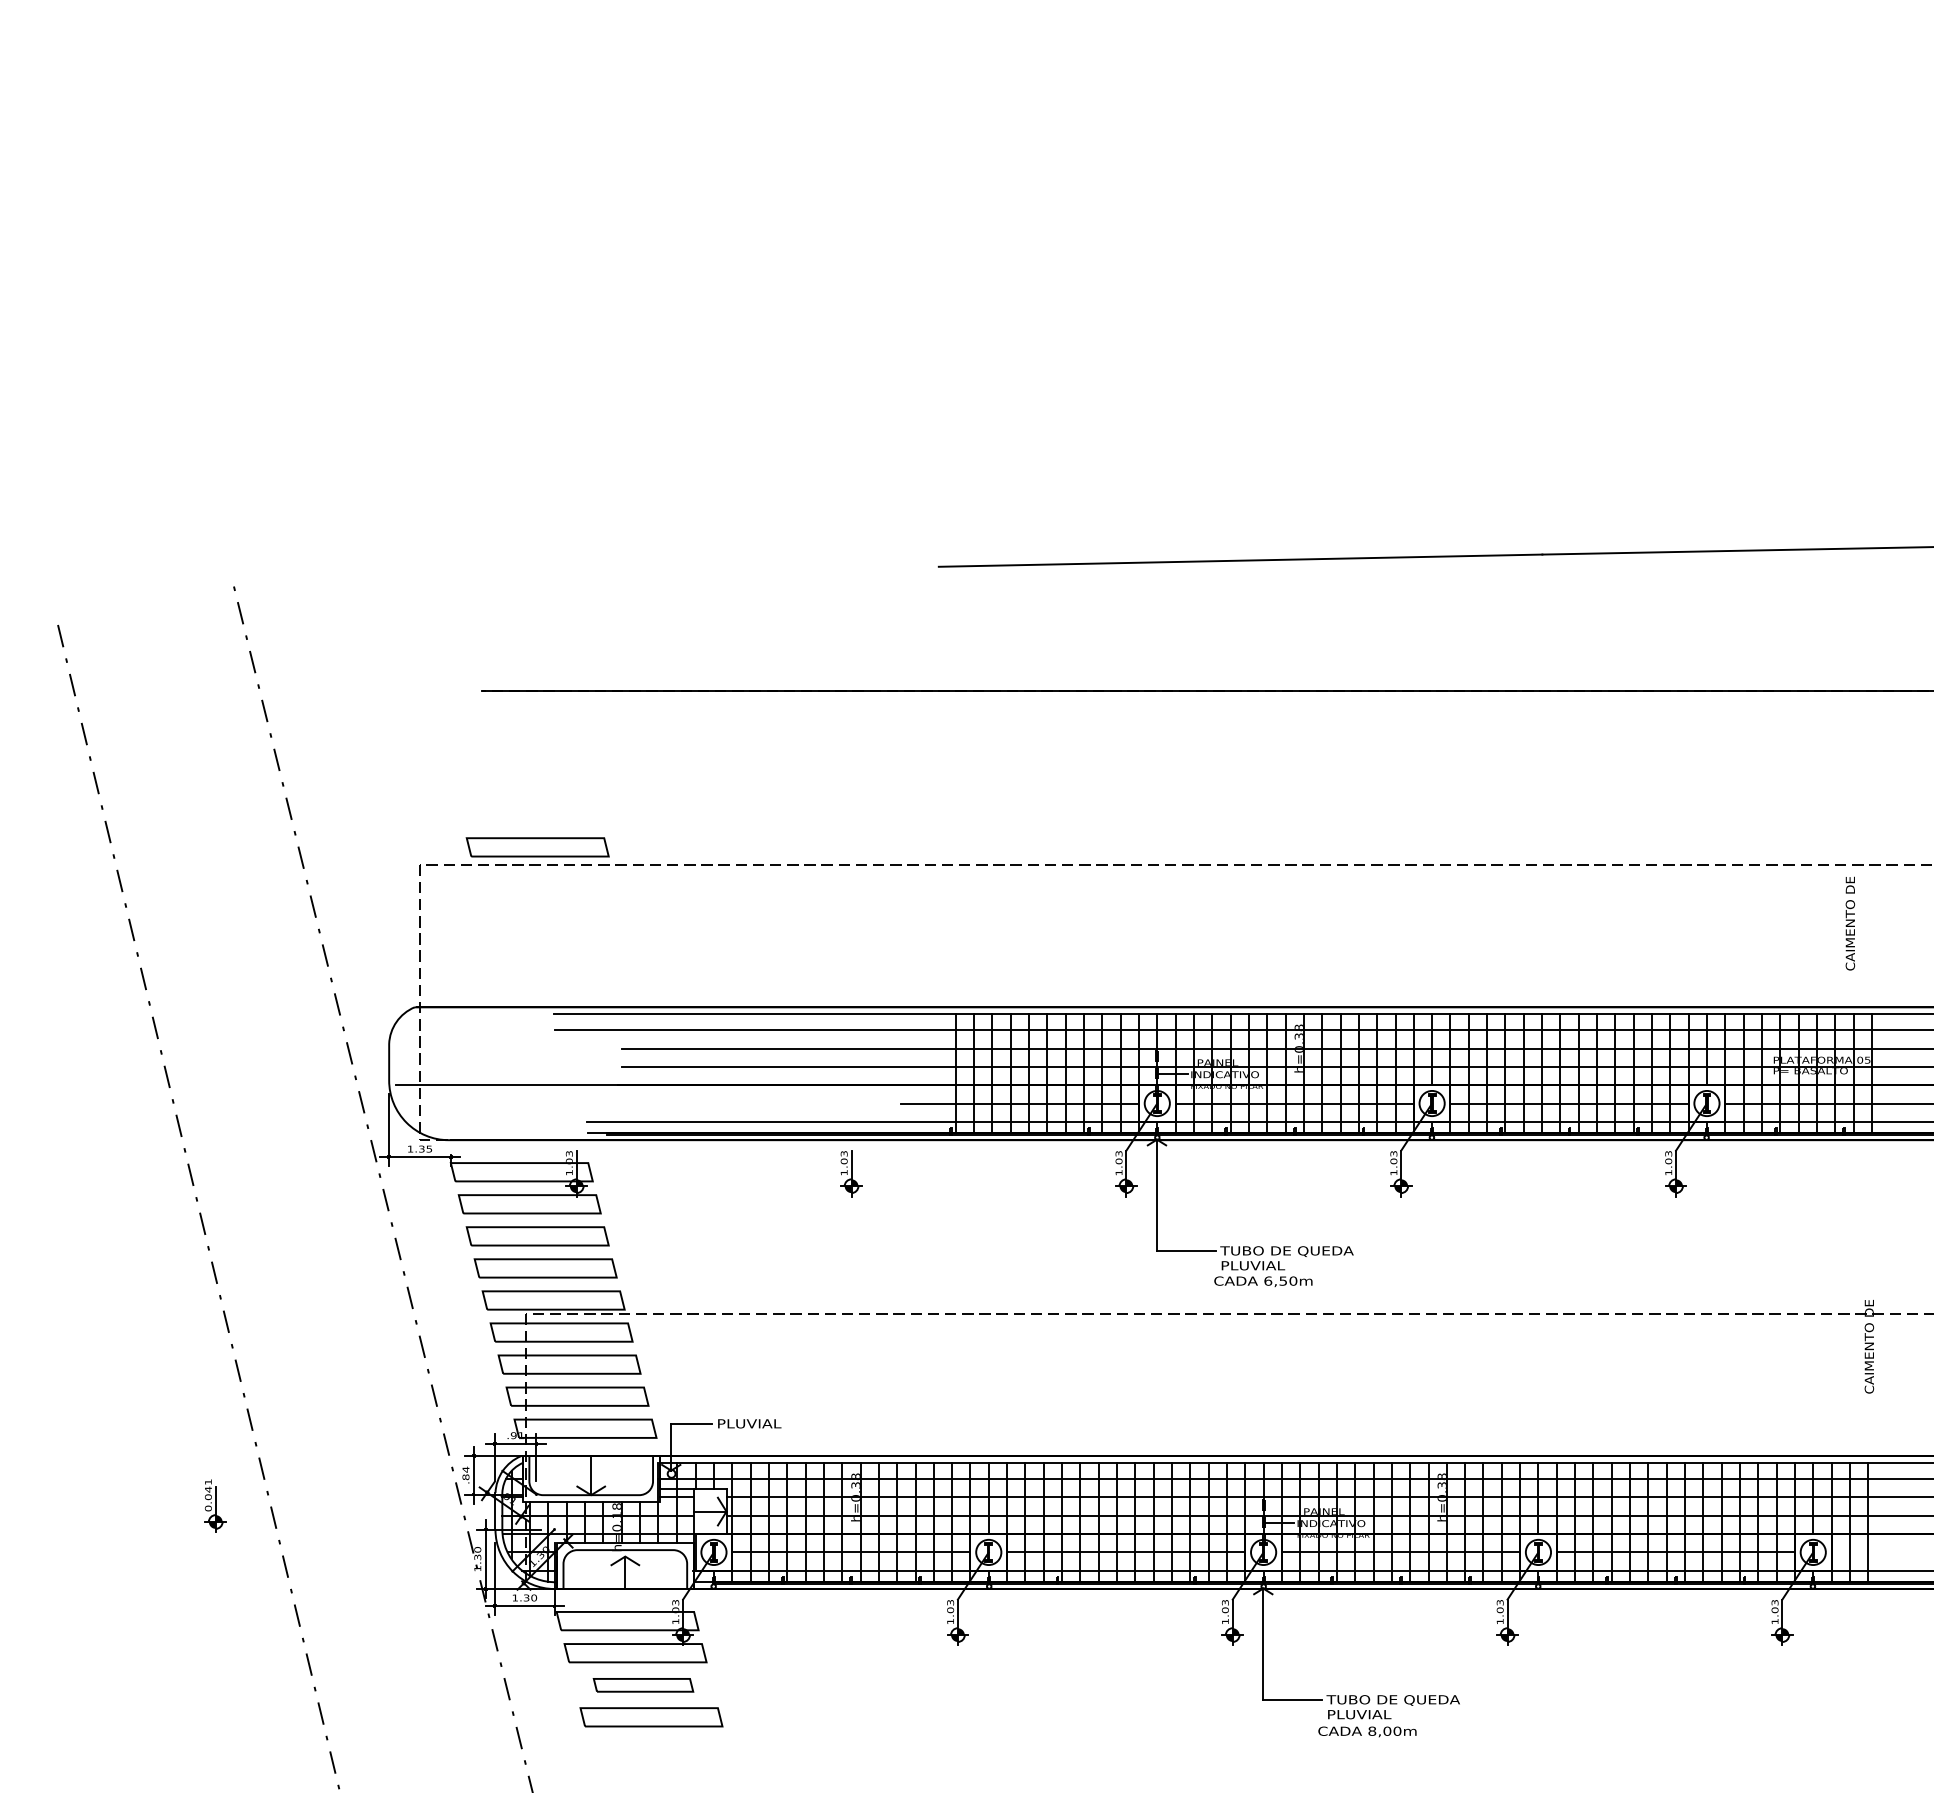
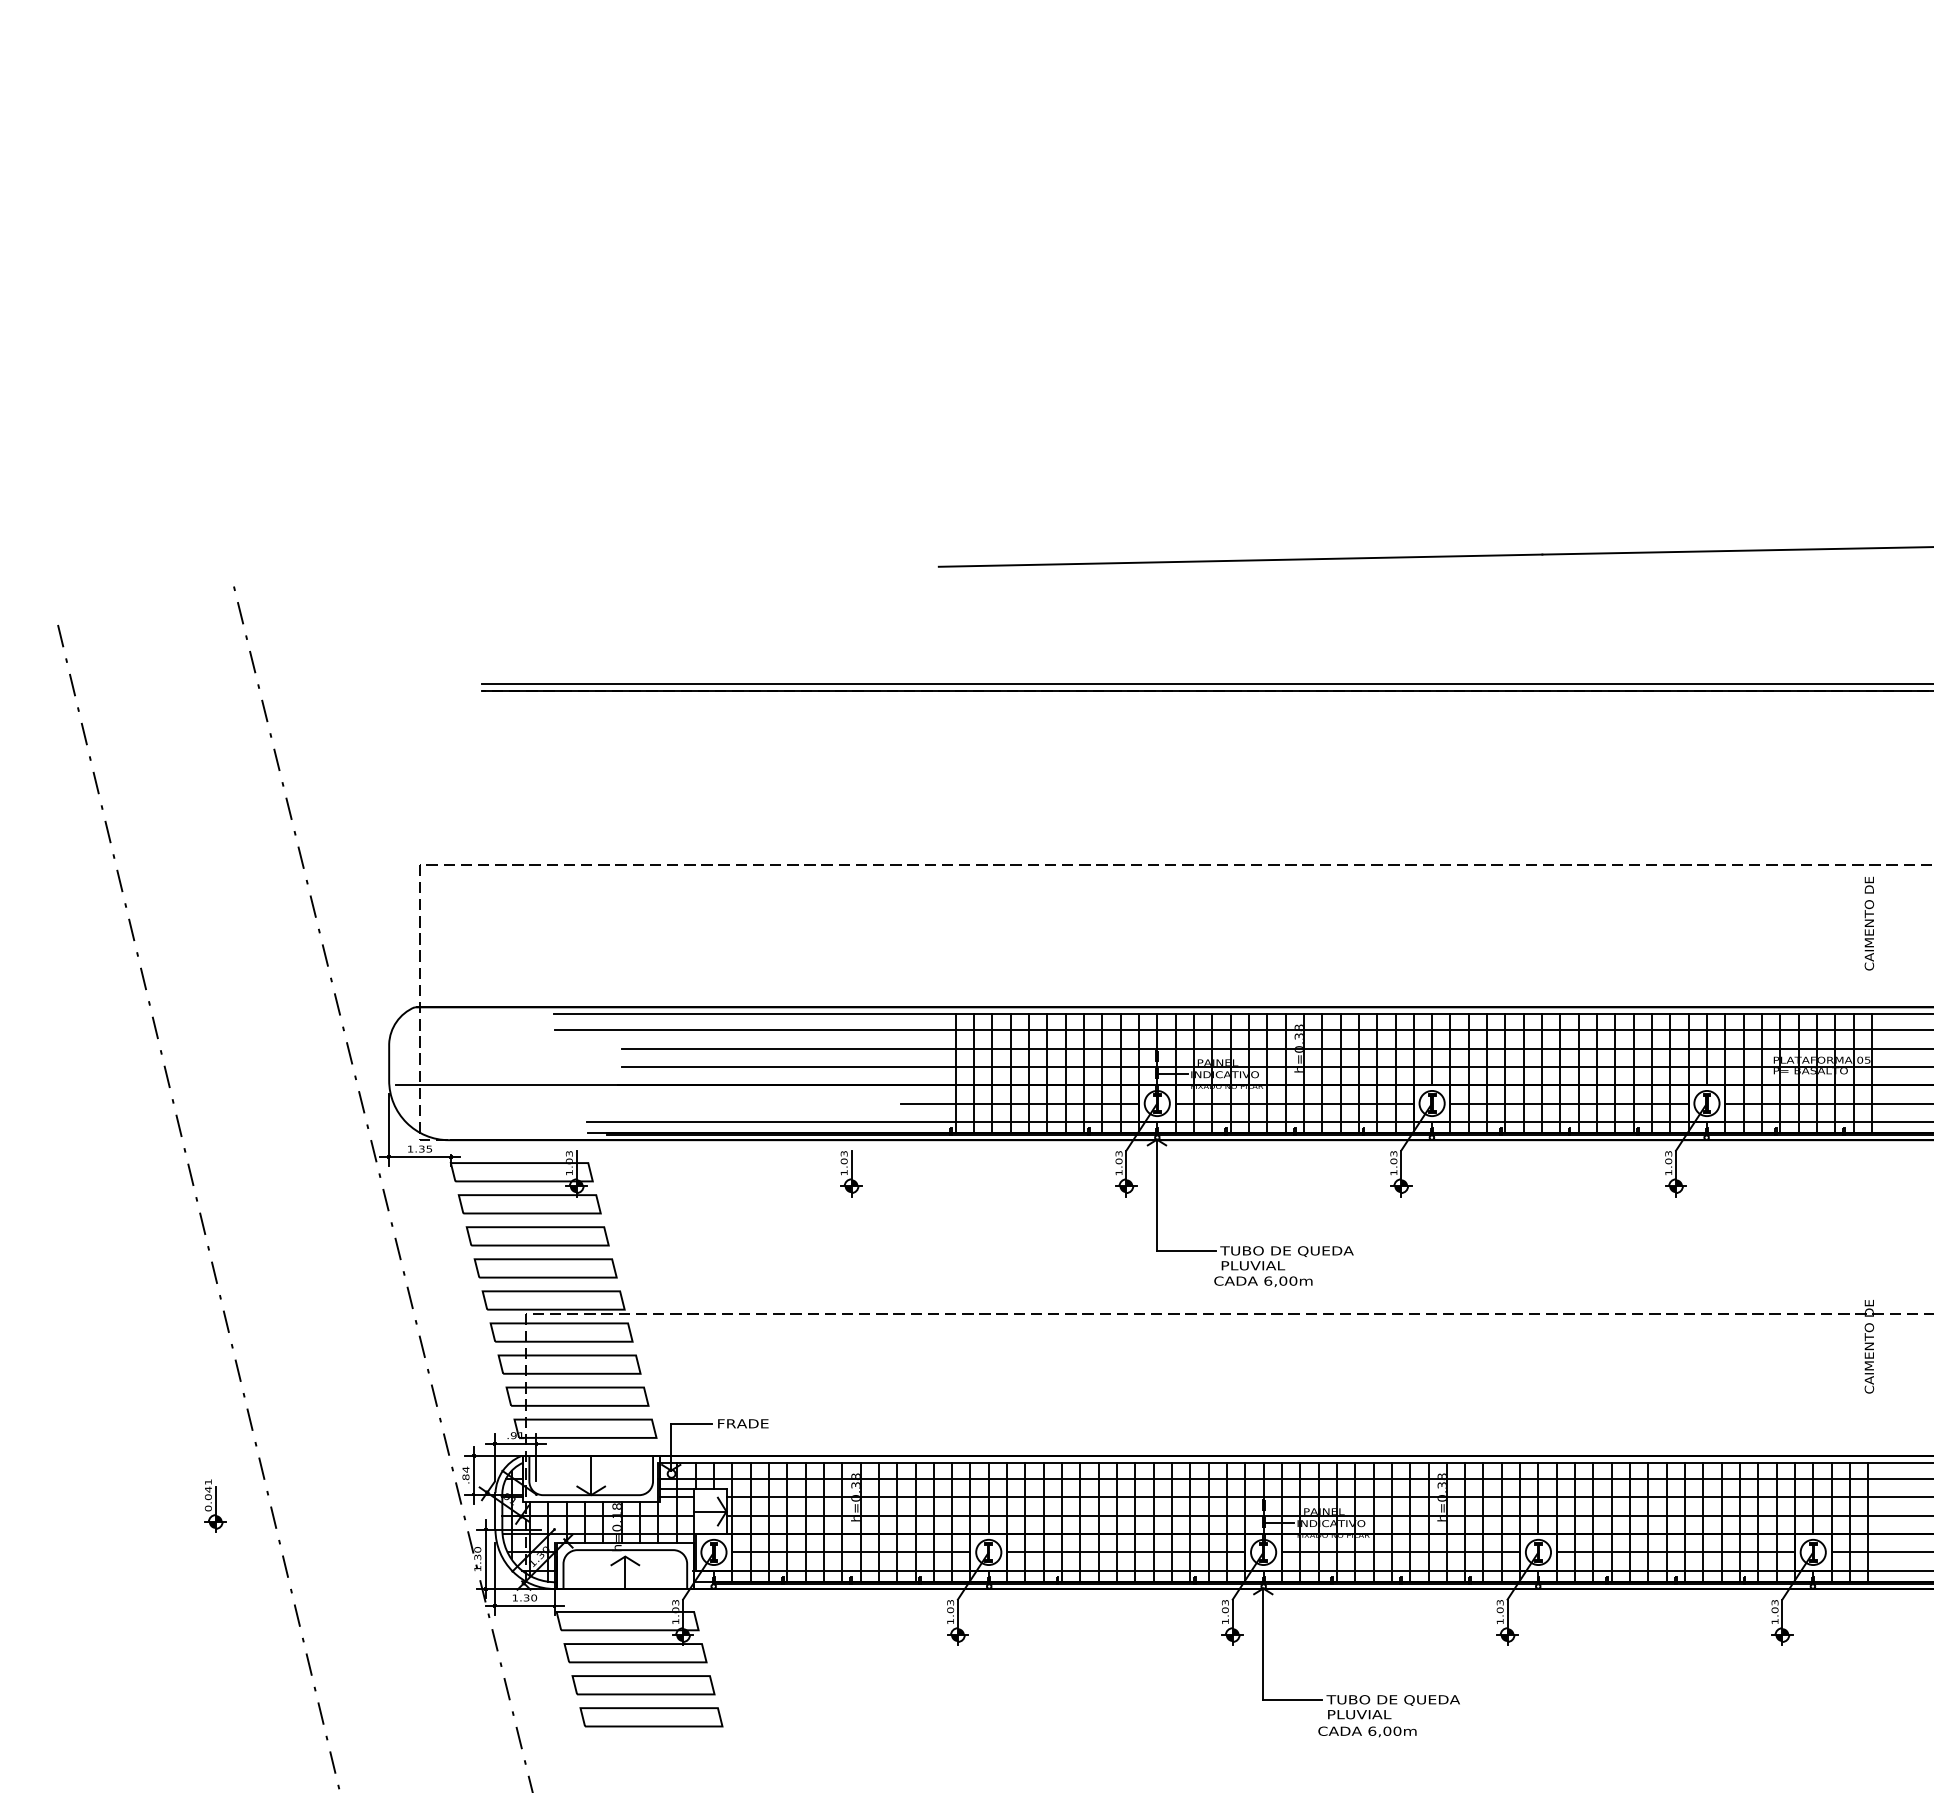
line at (1206, 684): none -> present
part at (537, 847): present -> none
text at (1850, 923) position: (1850, 923) -> (1869, 923)
text at (1283, 1280): 6,50m -> 6,00m
text at (750, 1423): PLUVIAL -> FRADE
line at (1880, 1552): none -> present
part at (643, 1685) size: 103x15 px -> 145x21 px
text at (1372, 1730): 8,00m -> 6,00m
